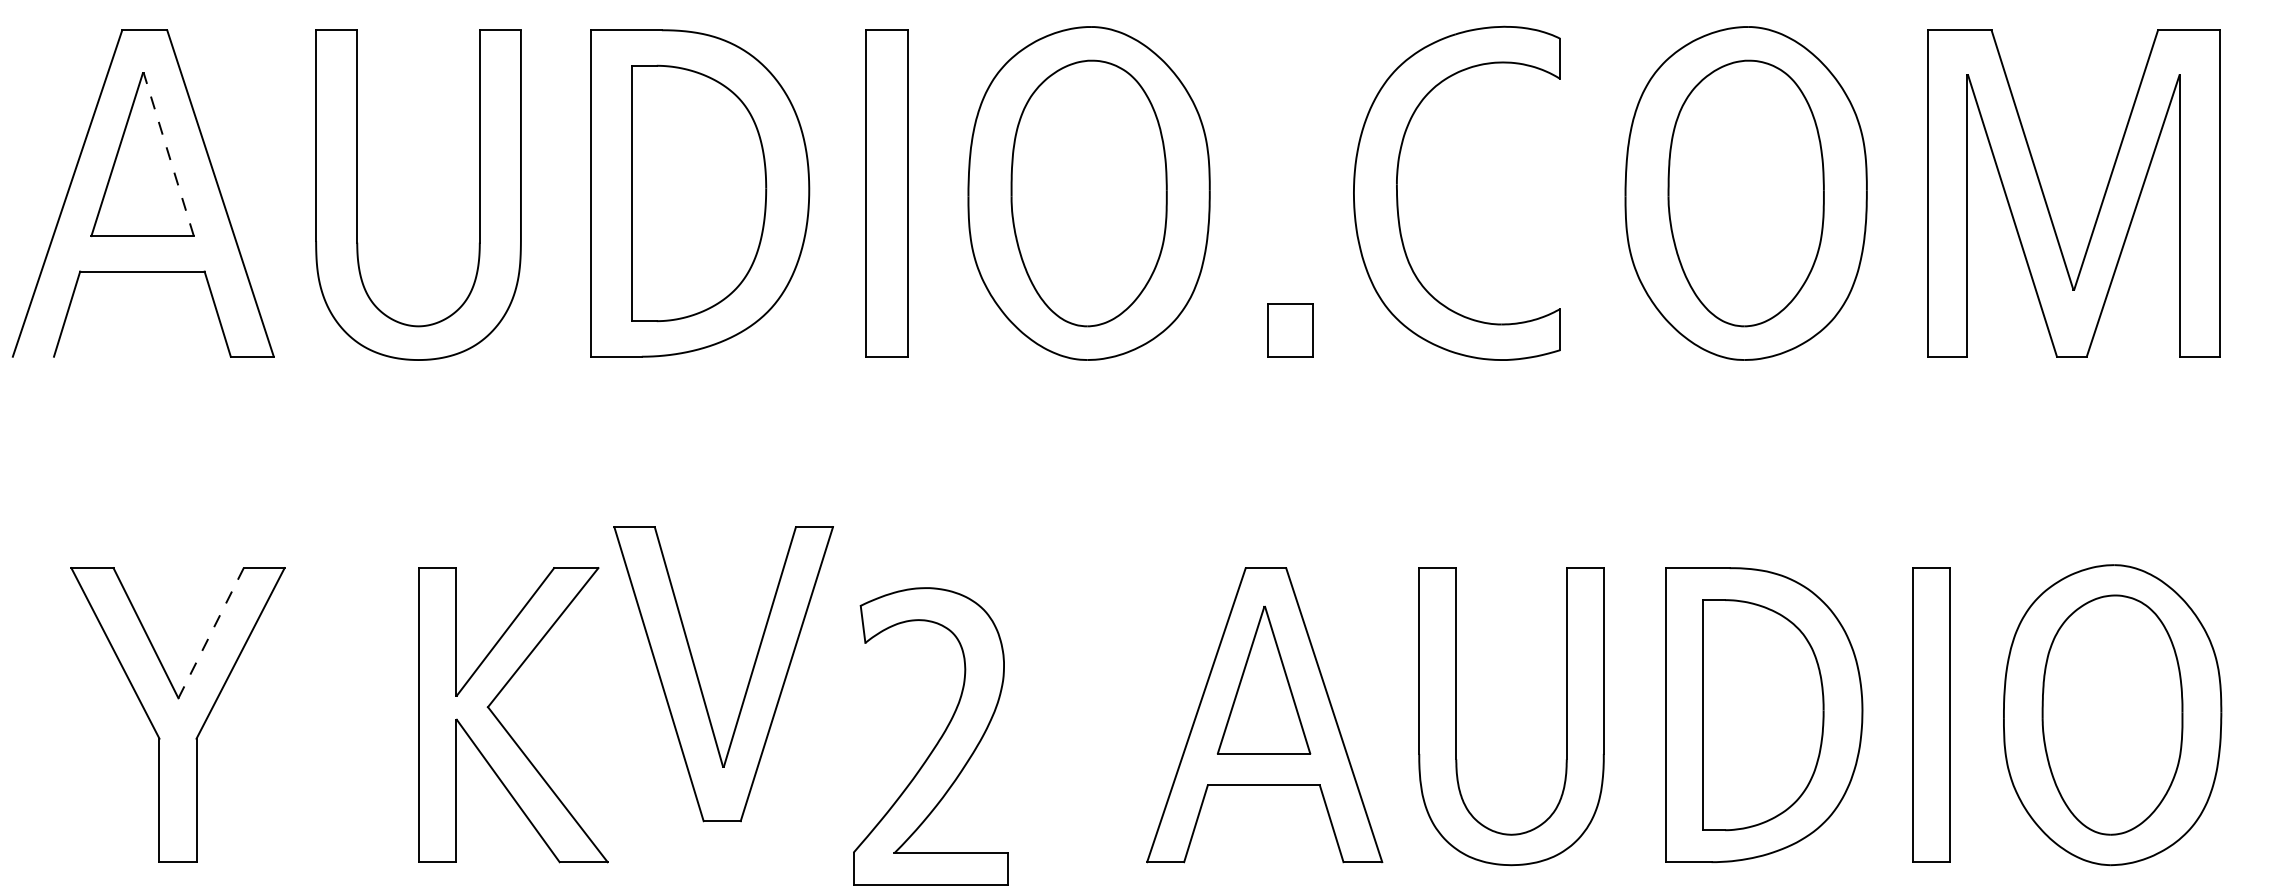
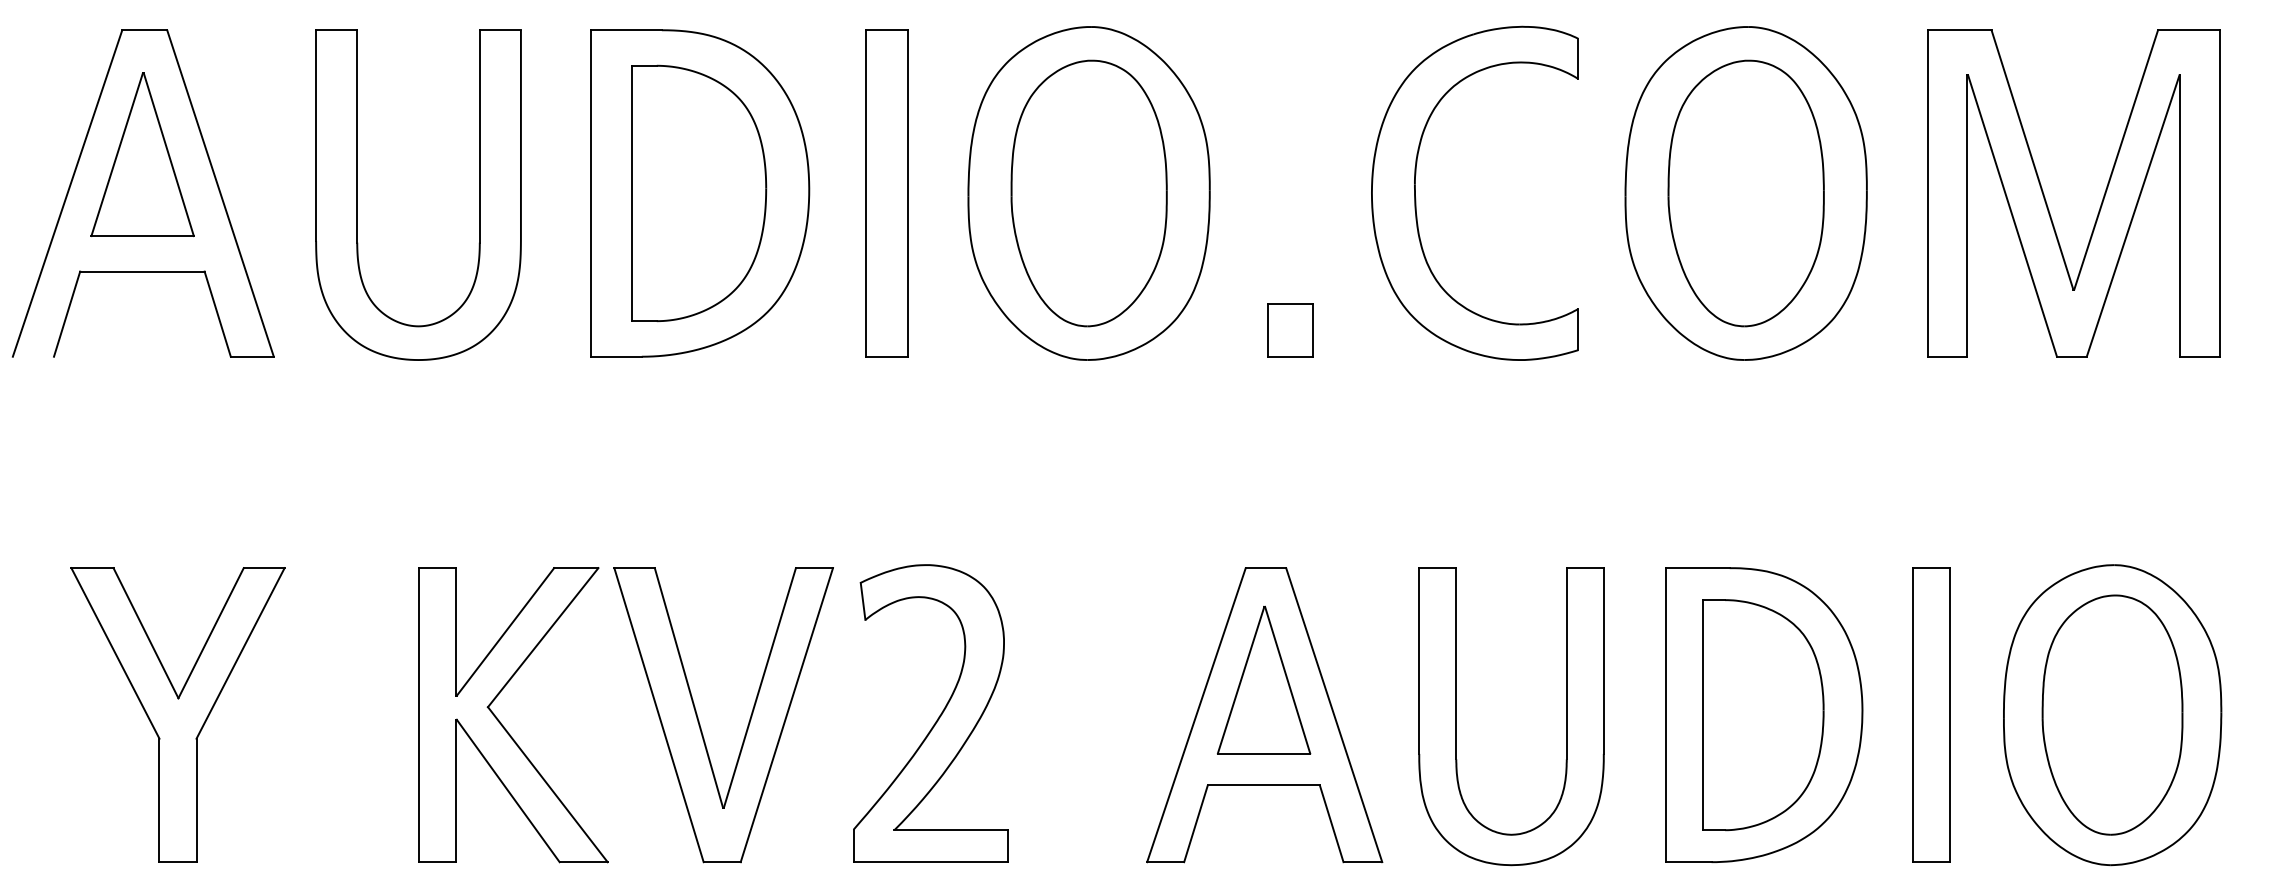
line at (168, 154): dashed -> solid
part at (1398, 198) position: (1398, 198) -> (1416, 198)
line at (211, 633): dashed -> solid
part at (699, 679) position: (699, 679) -> (699, 720)
part at (938, 739) position: (938, 739) -> (938, 716)
